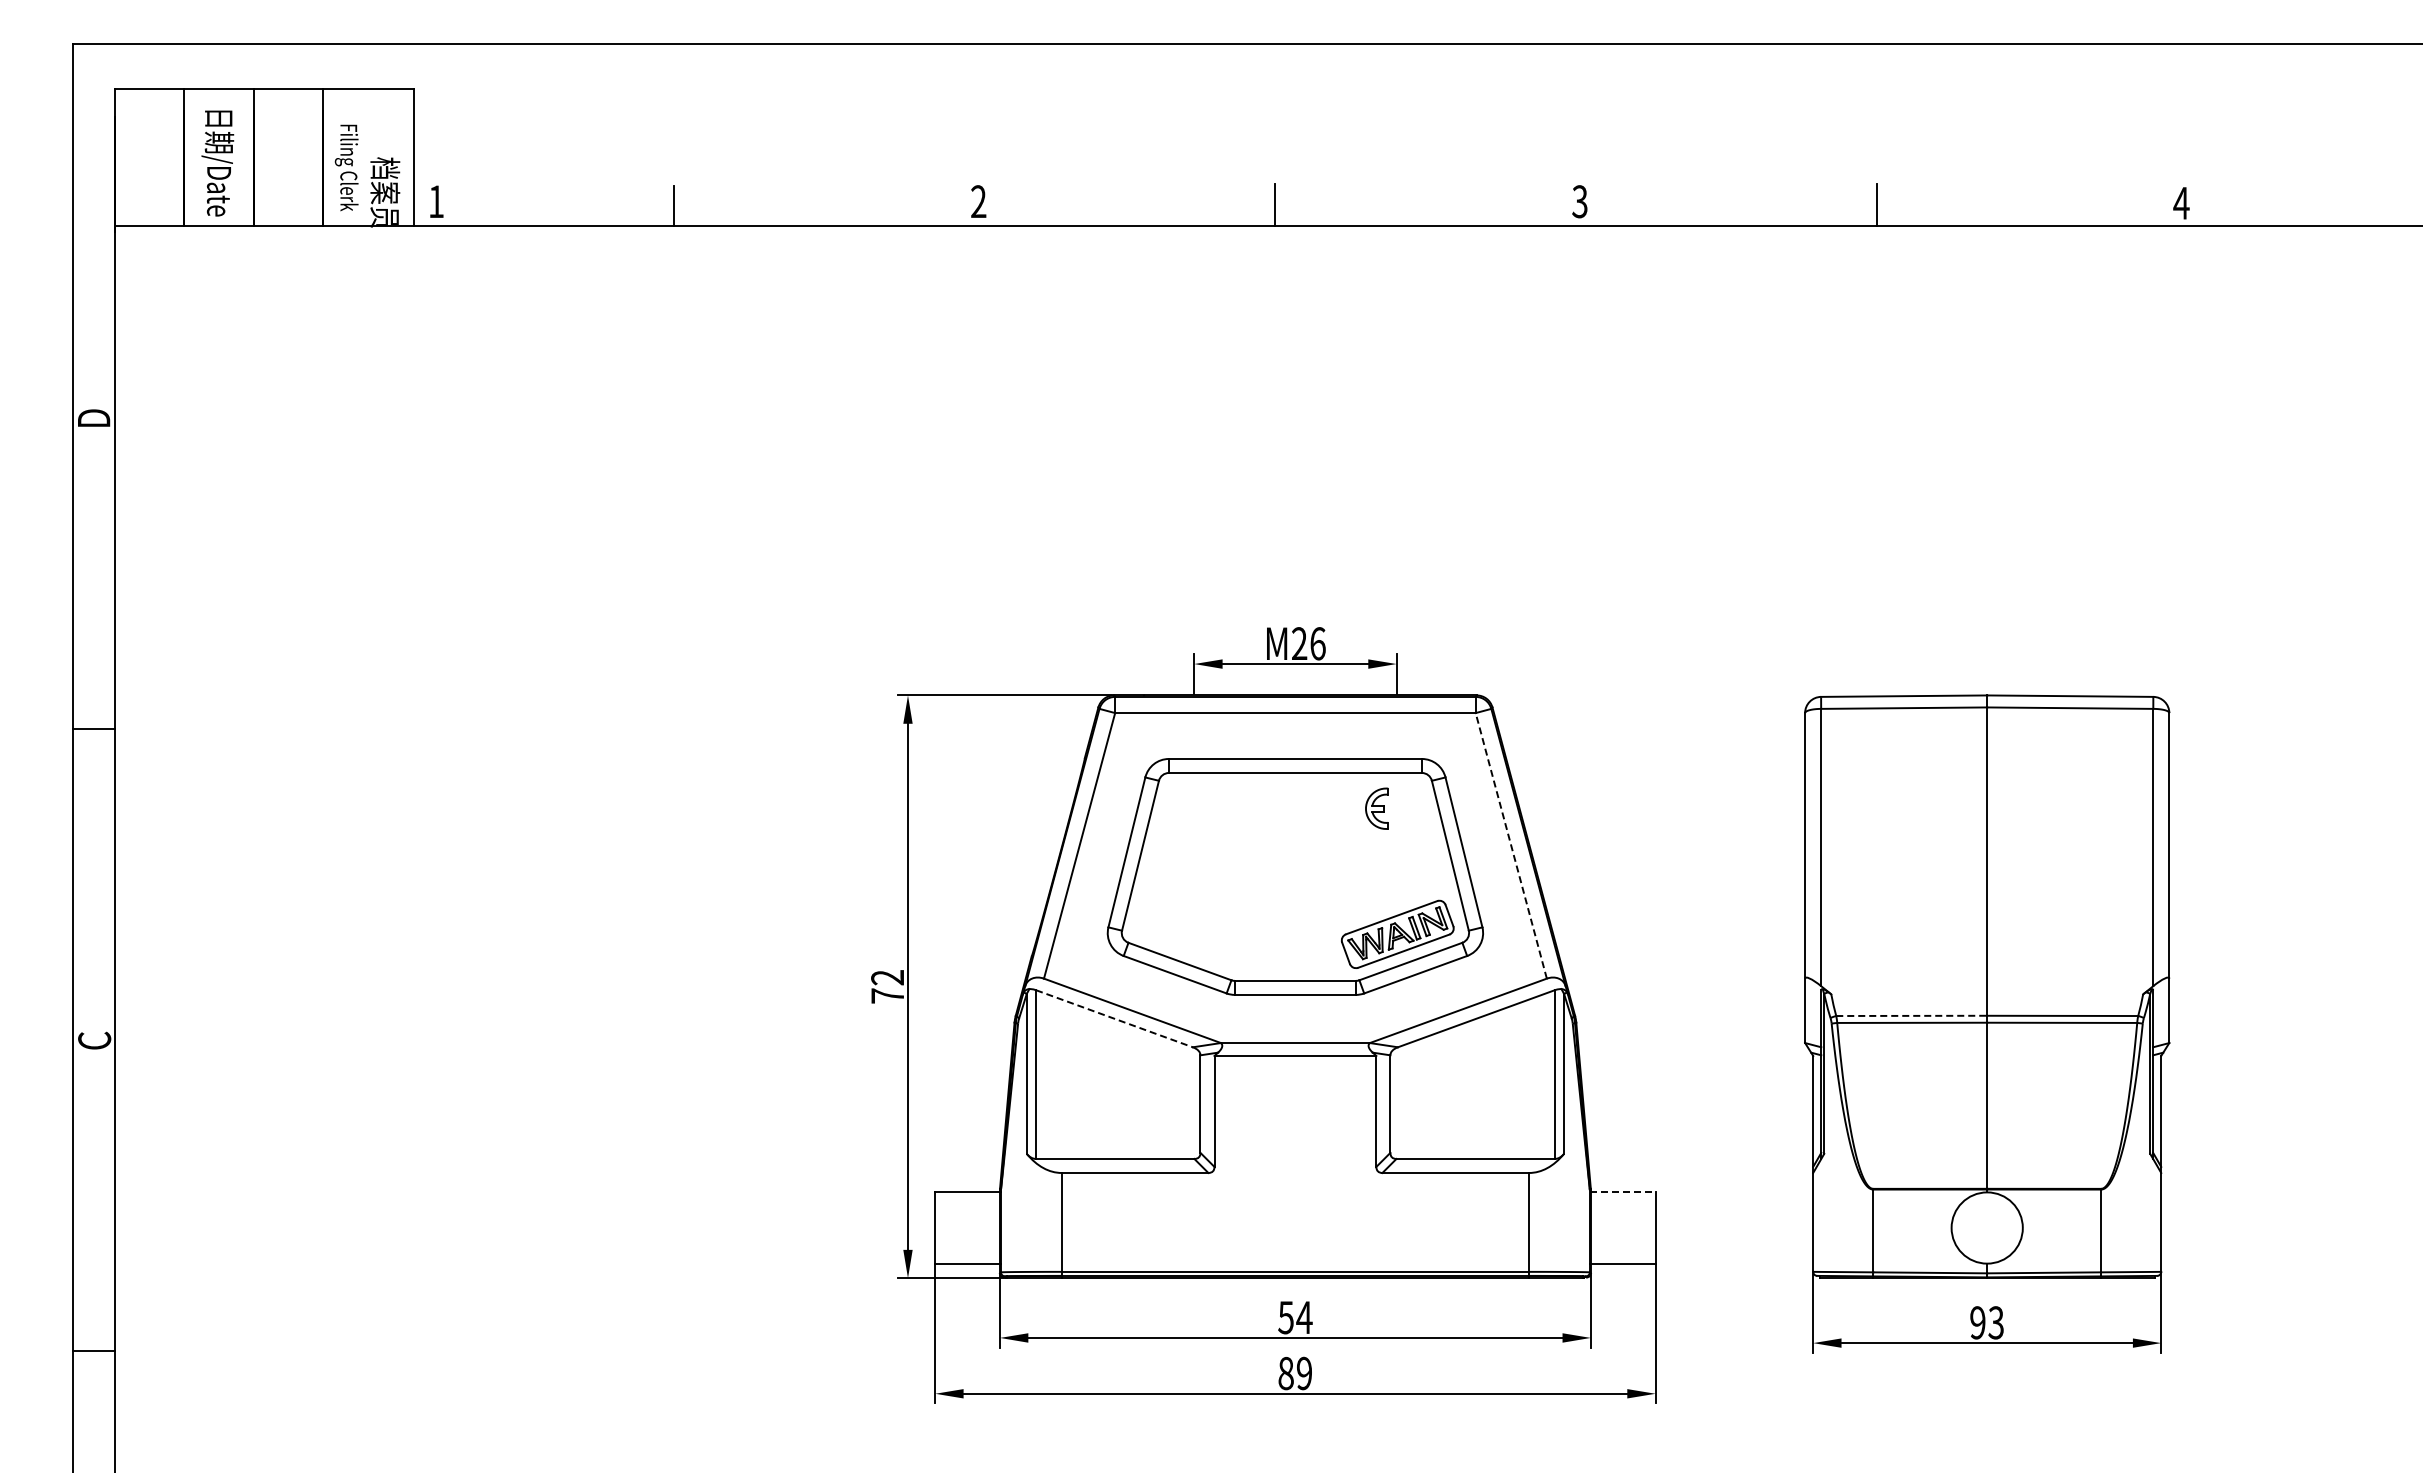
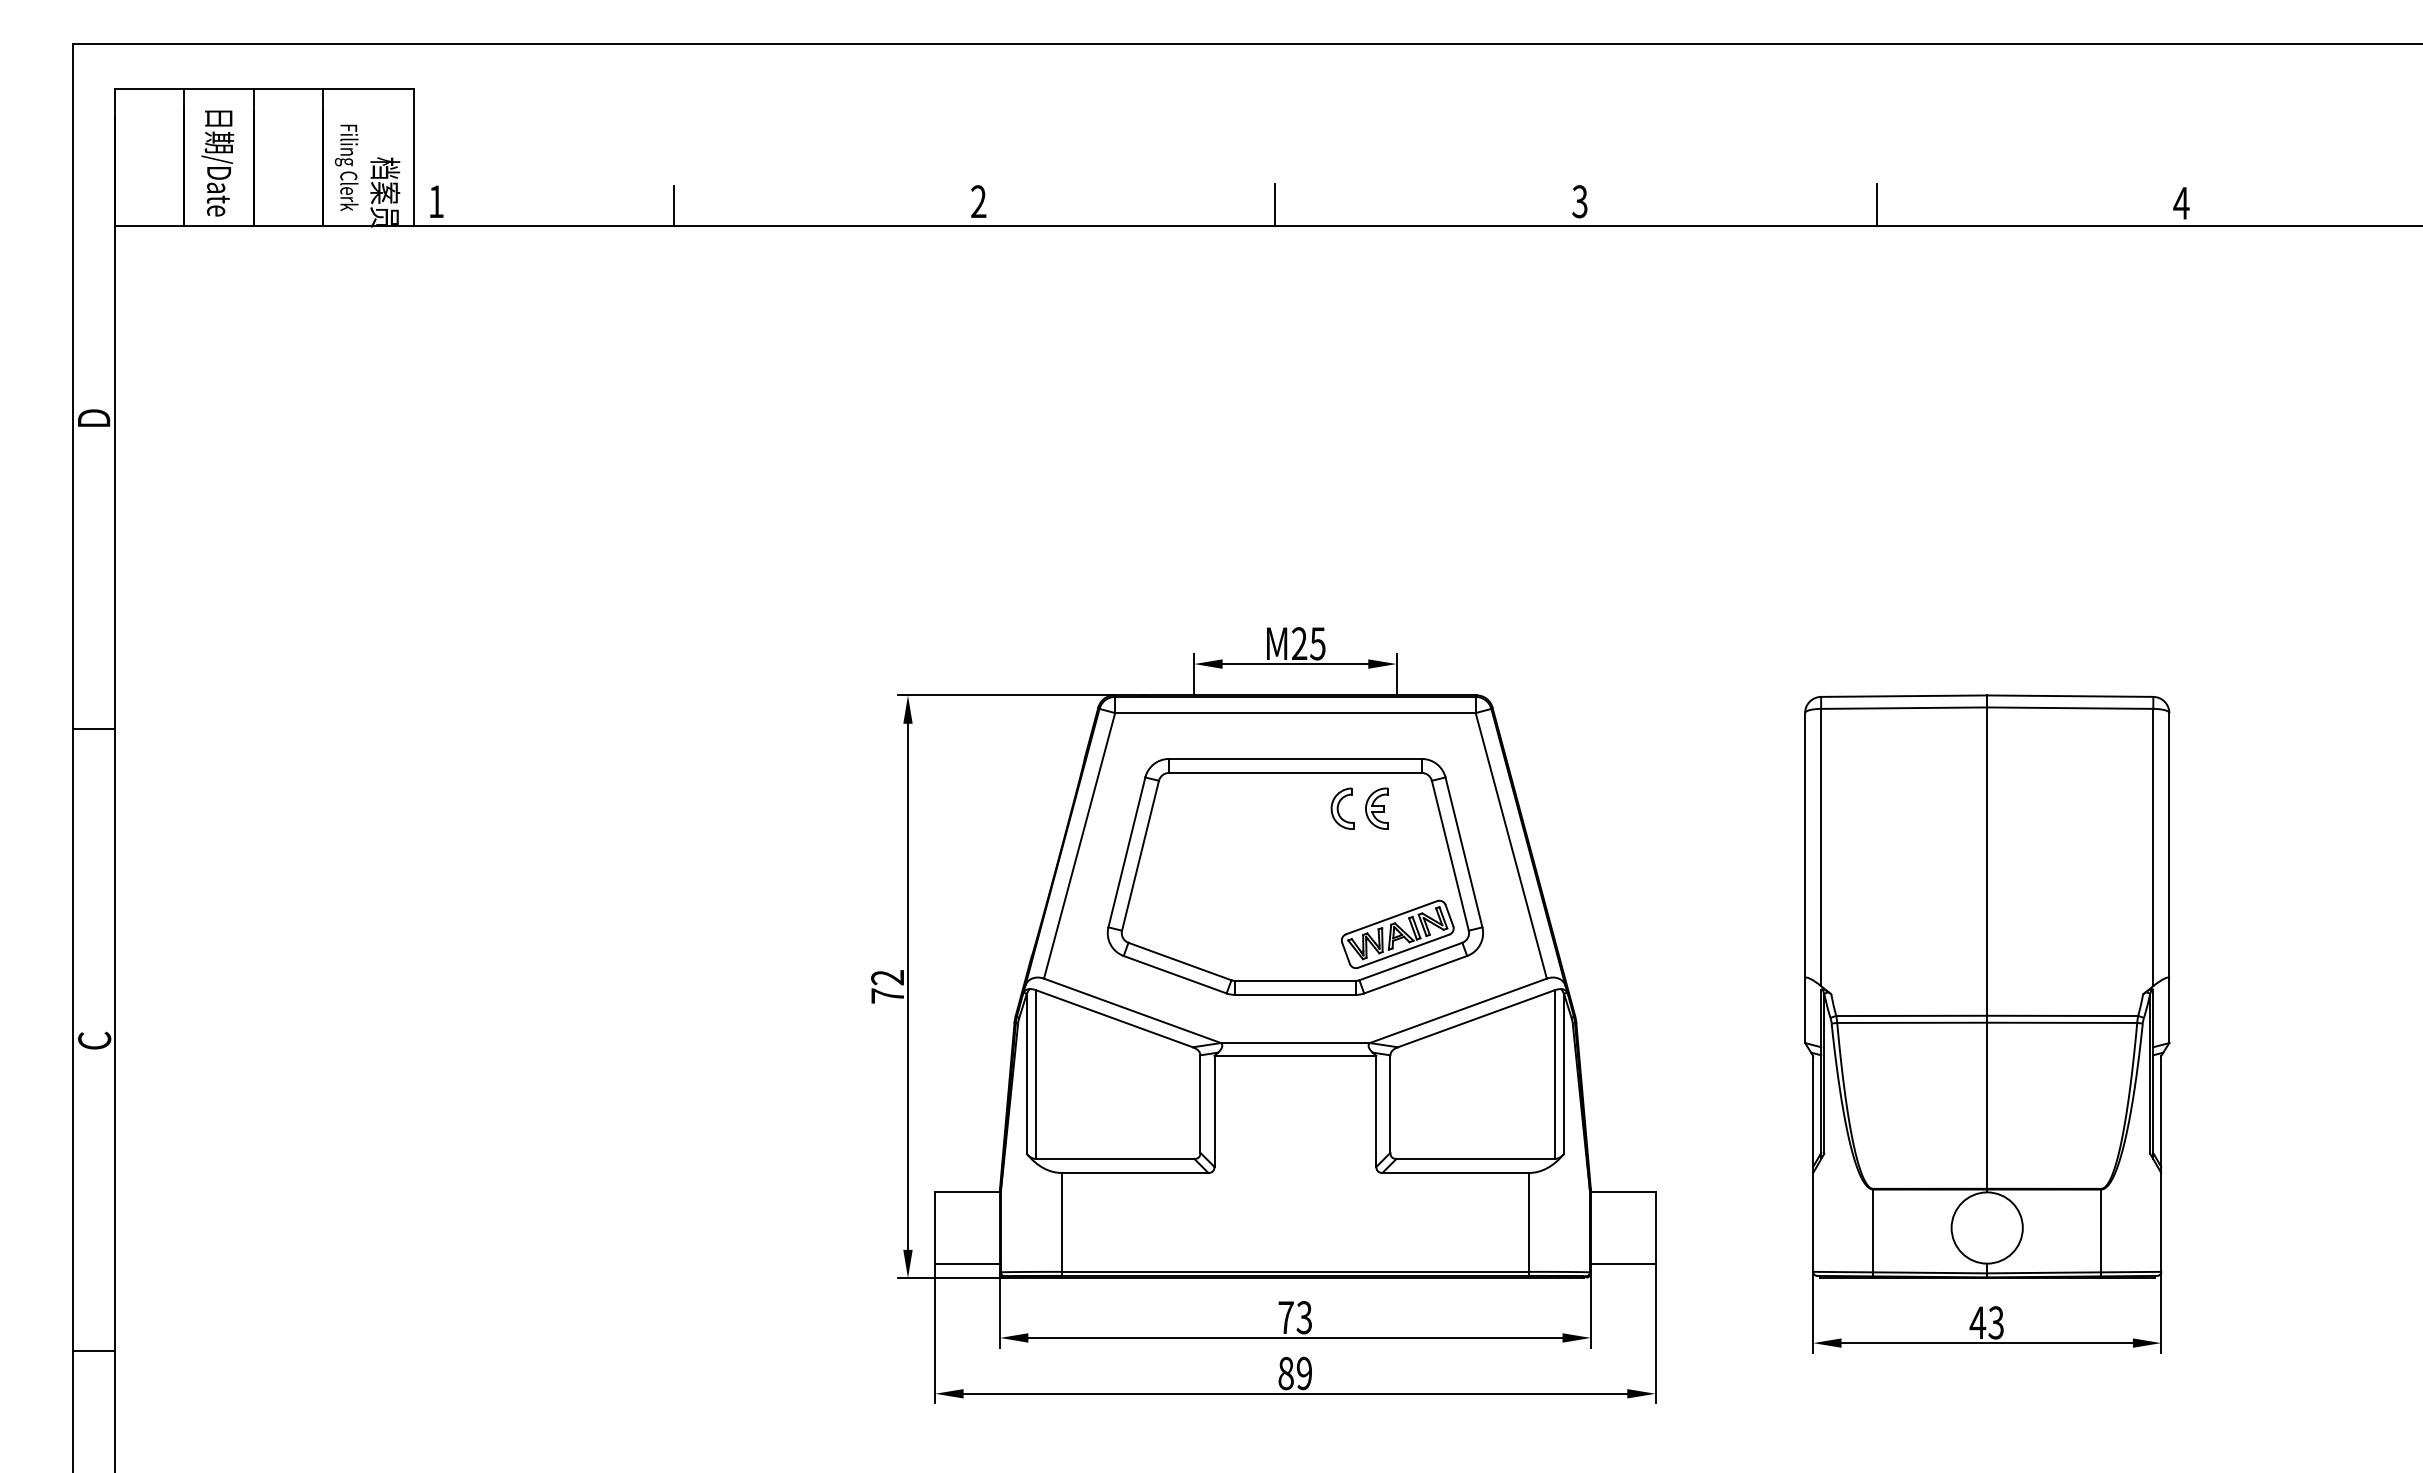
text at (1317, 643): M26 -> M25
part at (1342, 808): none -> present
line at (1511, 845): dashed -> solid
line at (1912, 1015): dashed -> solid
line at (1114, 1018): dashed -> solid
line at (1622, 1192): dashed -> solid
text at (1295, 1317): 54 -> 73
text at (1977, 1322): 93 -> 43
